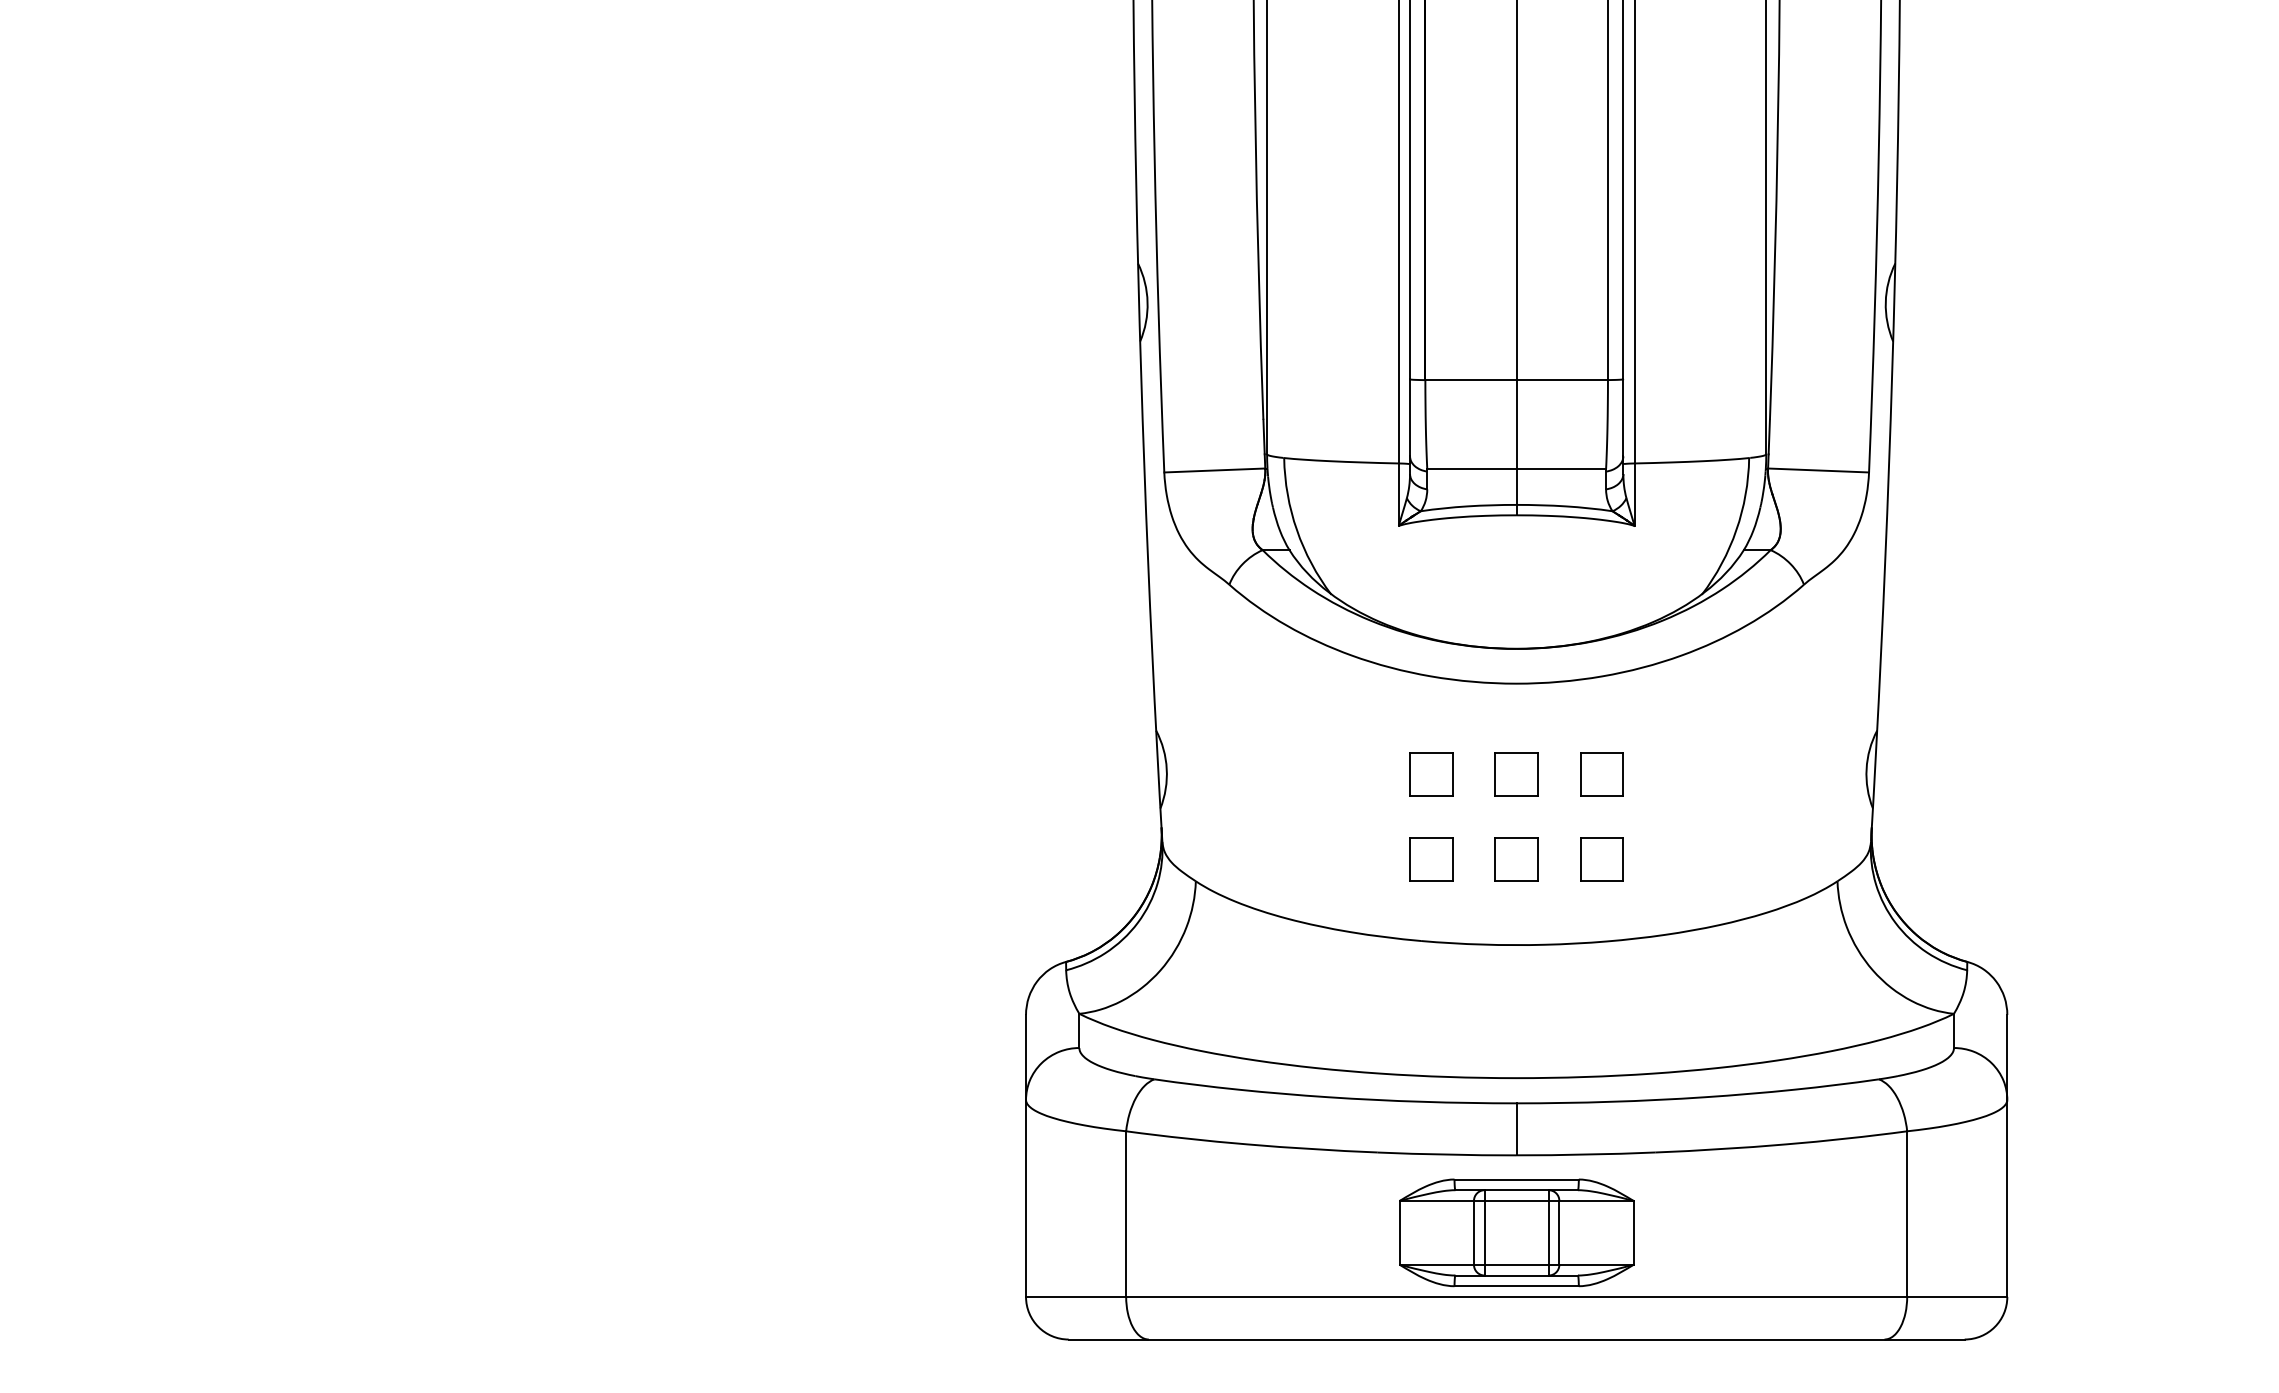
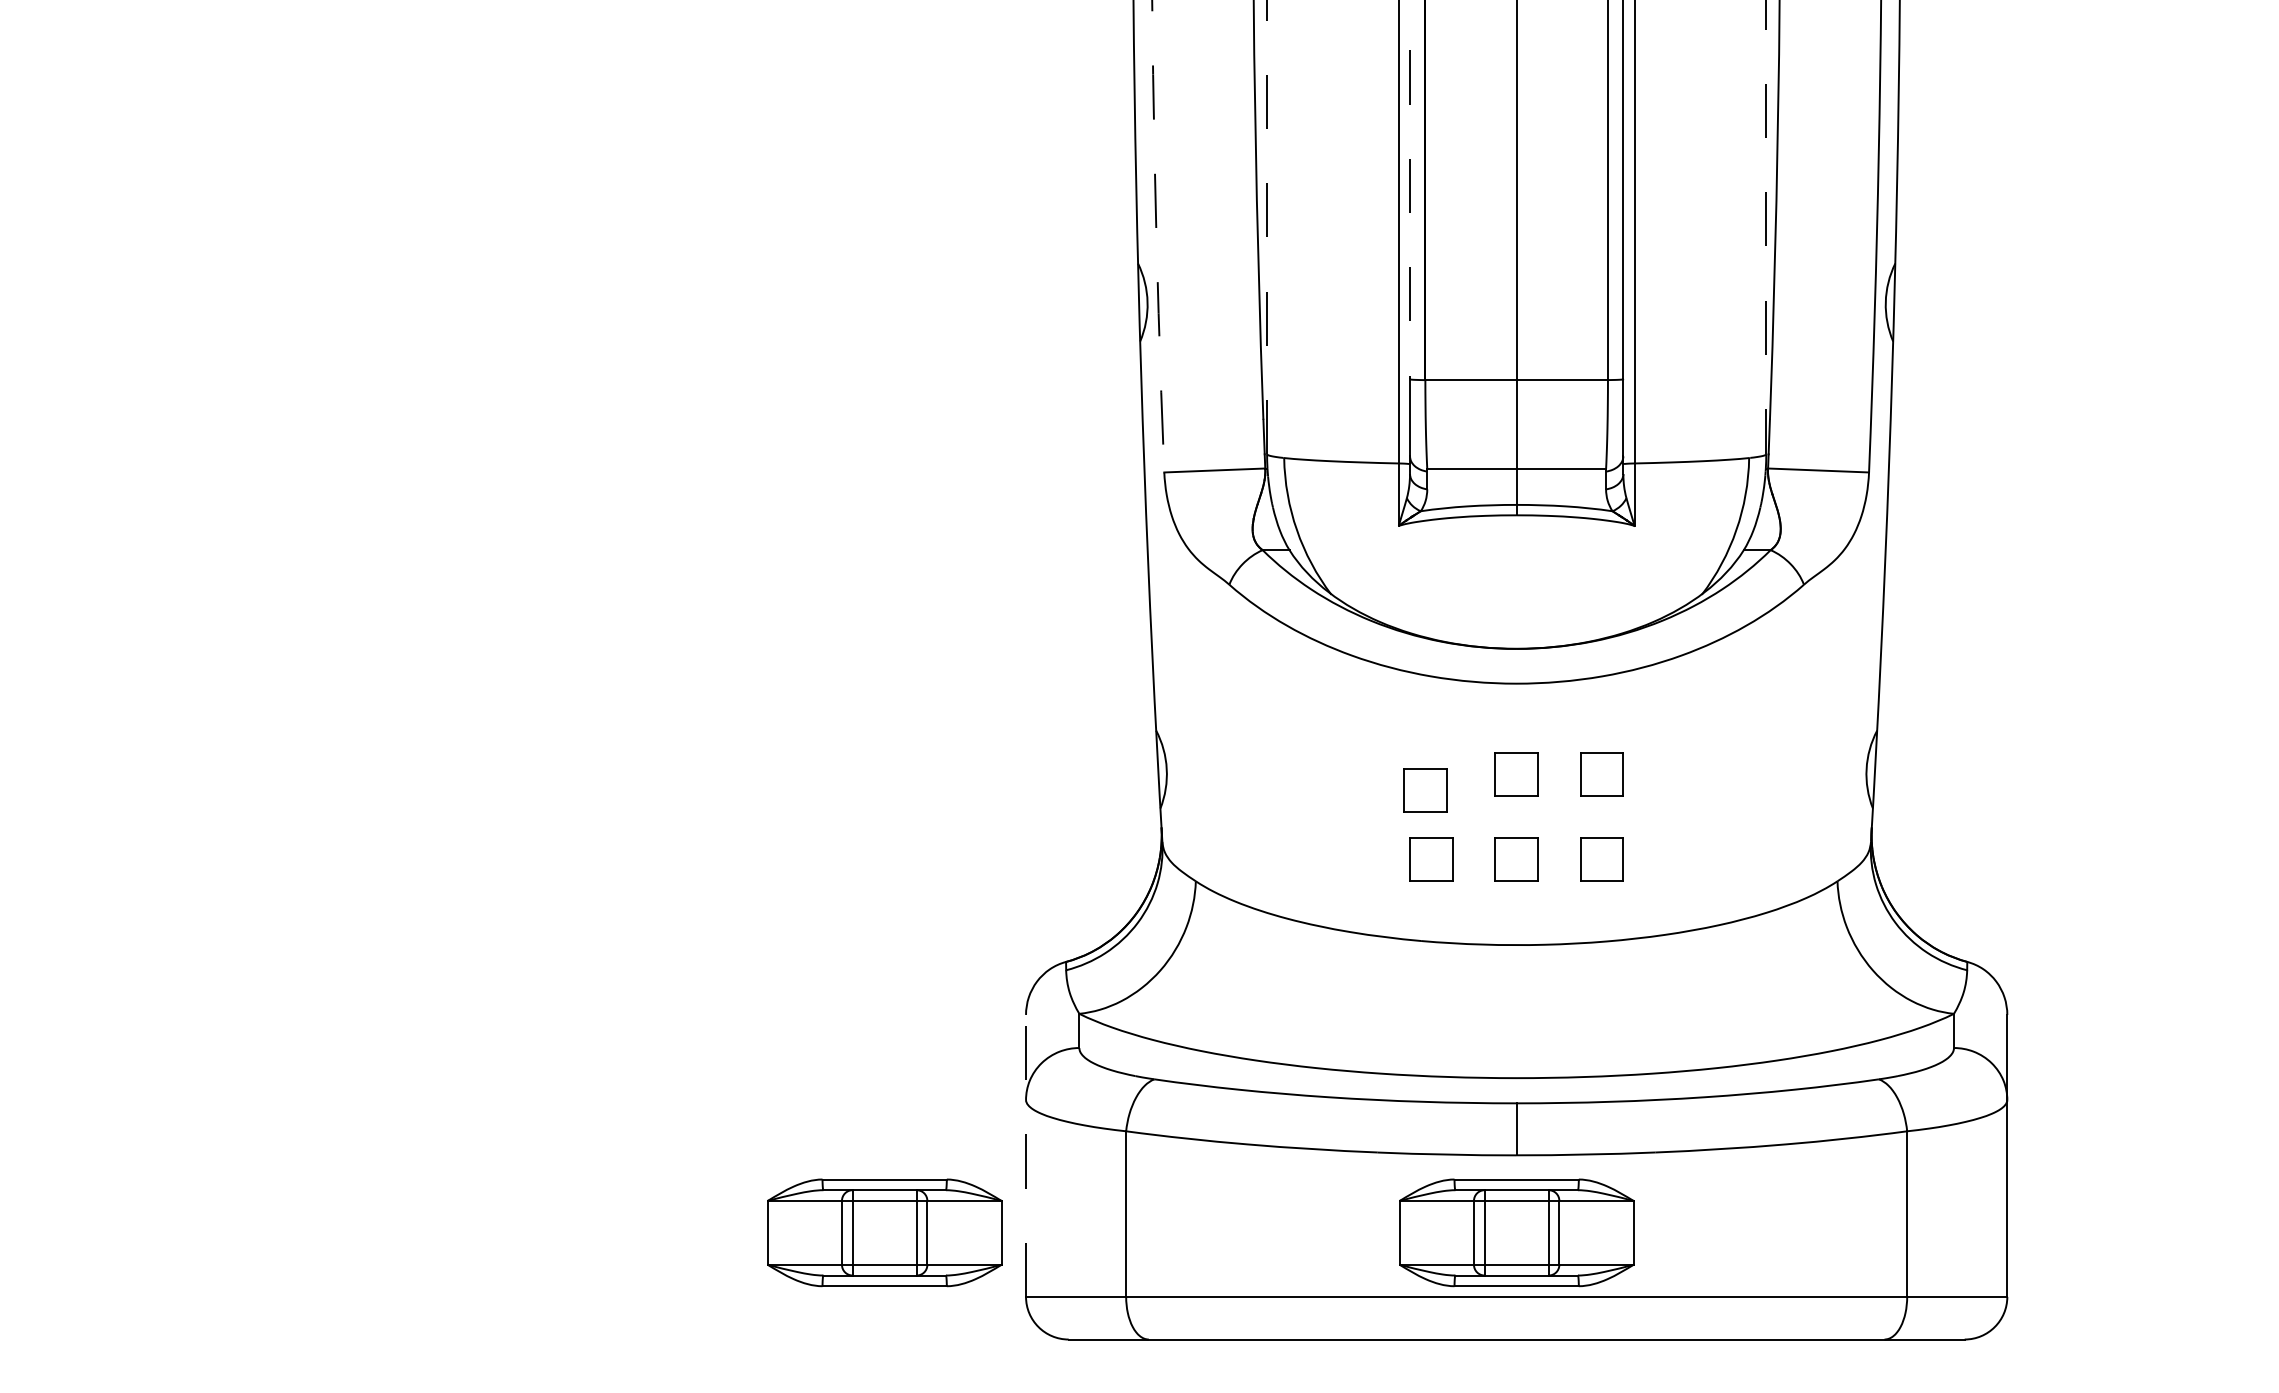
line at (1410, 190): solid -> dashed
line at (1267, 227): solid -> dashed
line at (1766, 227): solid -> dashed
arc at (1156, 236): solid -> dashed
part at (1431, 774) position: (1431, 774) -> (1425, 790)
line at (1026, 1155): solid -> dashed
part at (884, 1232): none -> present
